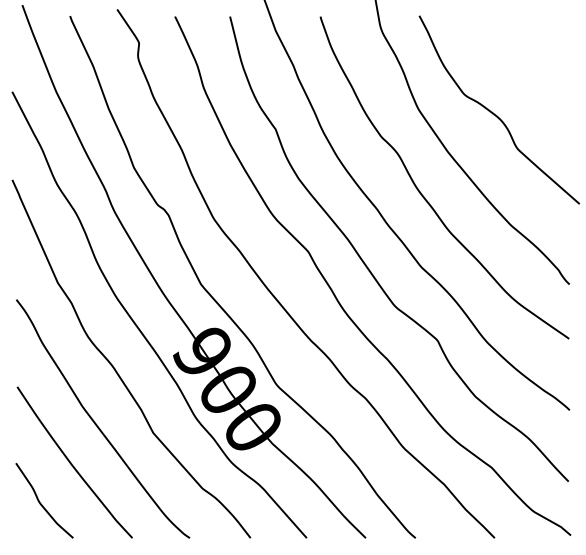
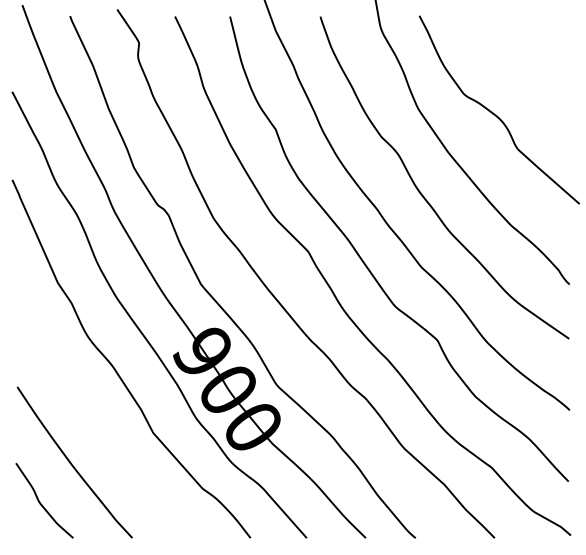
curve at (97, 424): present -> none
